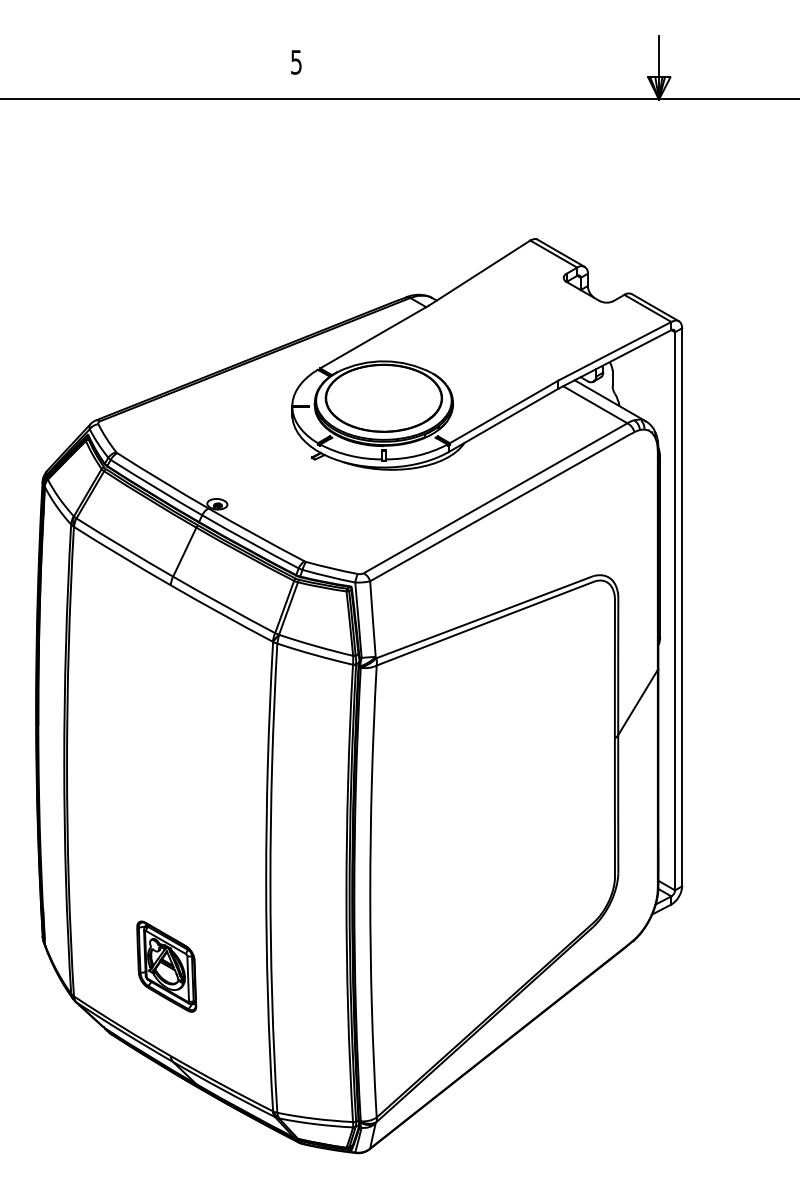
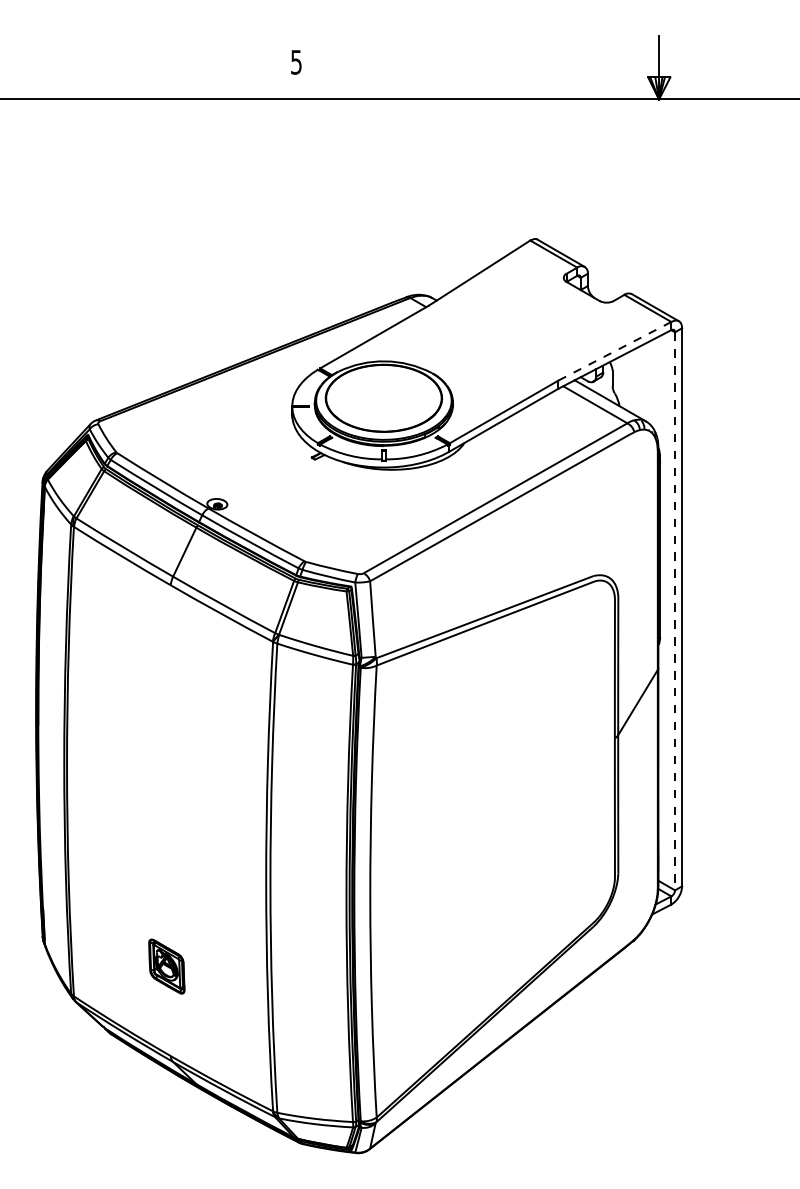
line at (614, 351): solid -> dashed
line at (675, 611): solid -> dashed
part at (166, 966) size: 62x93 px -> 38x57 px
